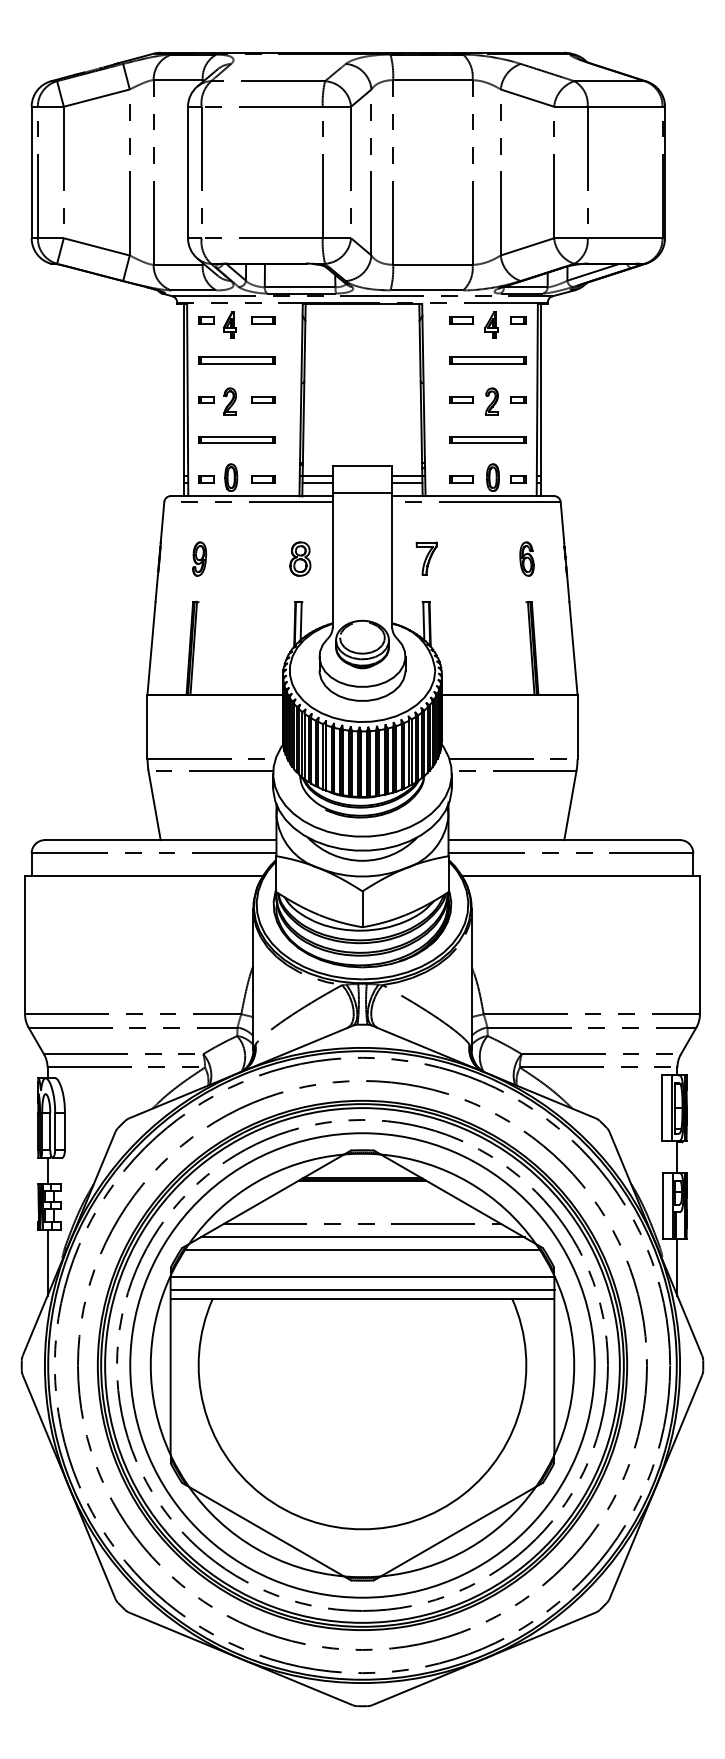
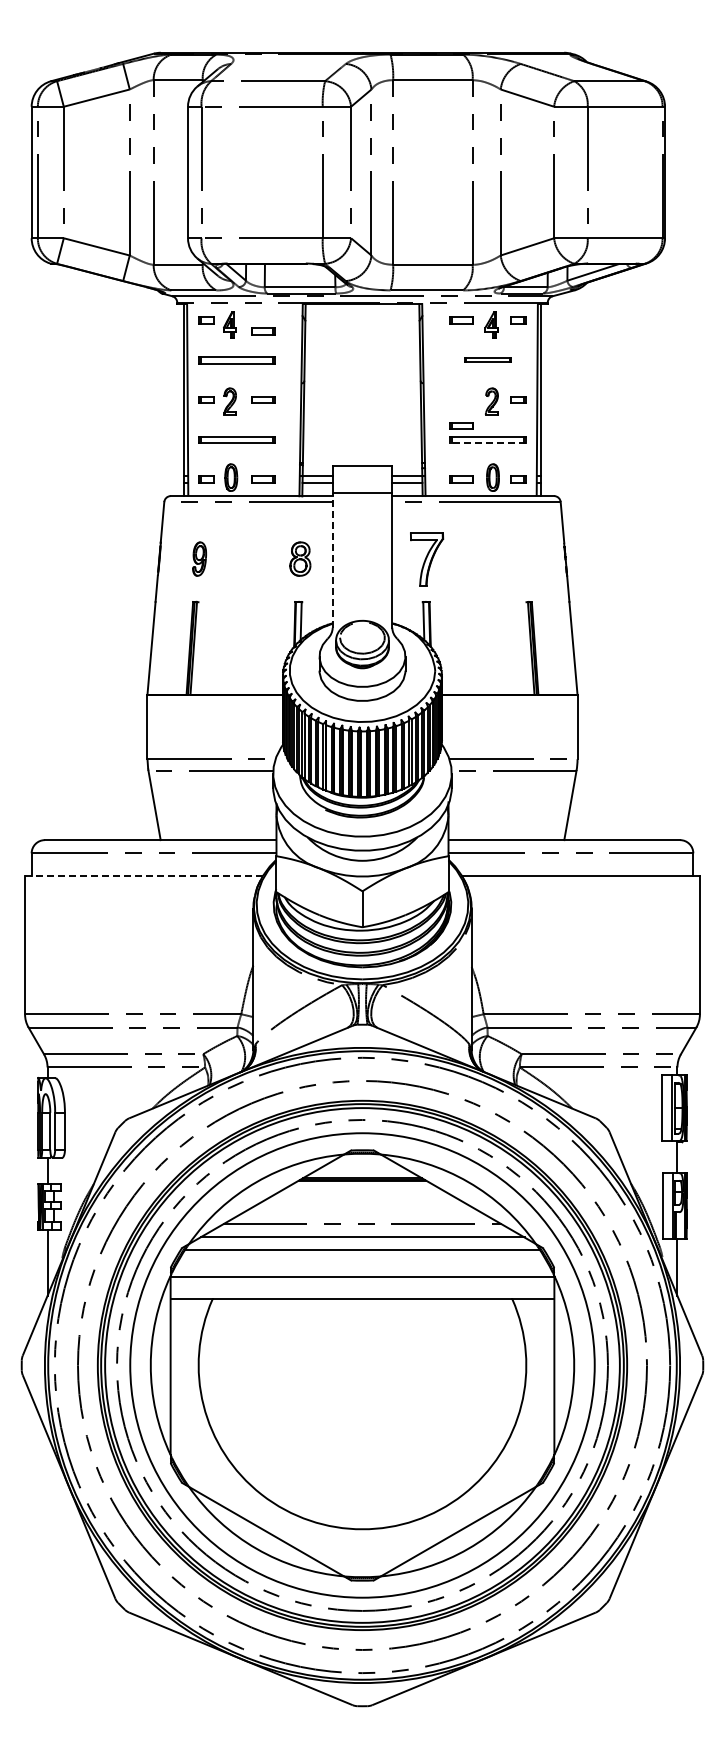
part at (263, 320) position: (263, 320) -> (263, 331)
part at (487, 360) size: 78x9 px -> 48x6 px
part at (461, 399) position: (461, 399) -> (461, 425)
line at (487, 443): solid -> dashed
part at (426, 558) size: 23x35 px -> 35x55 px
part at (526, 558): present -> none
line at (332, 559): solid -> dashed
line at (144, 875): solid -> dashed
line at (362, 1290): present -> none
